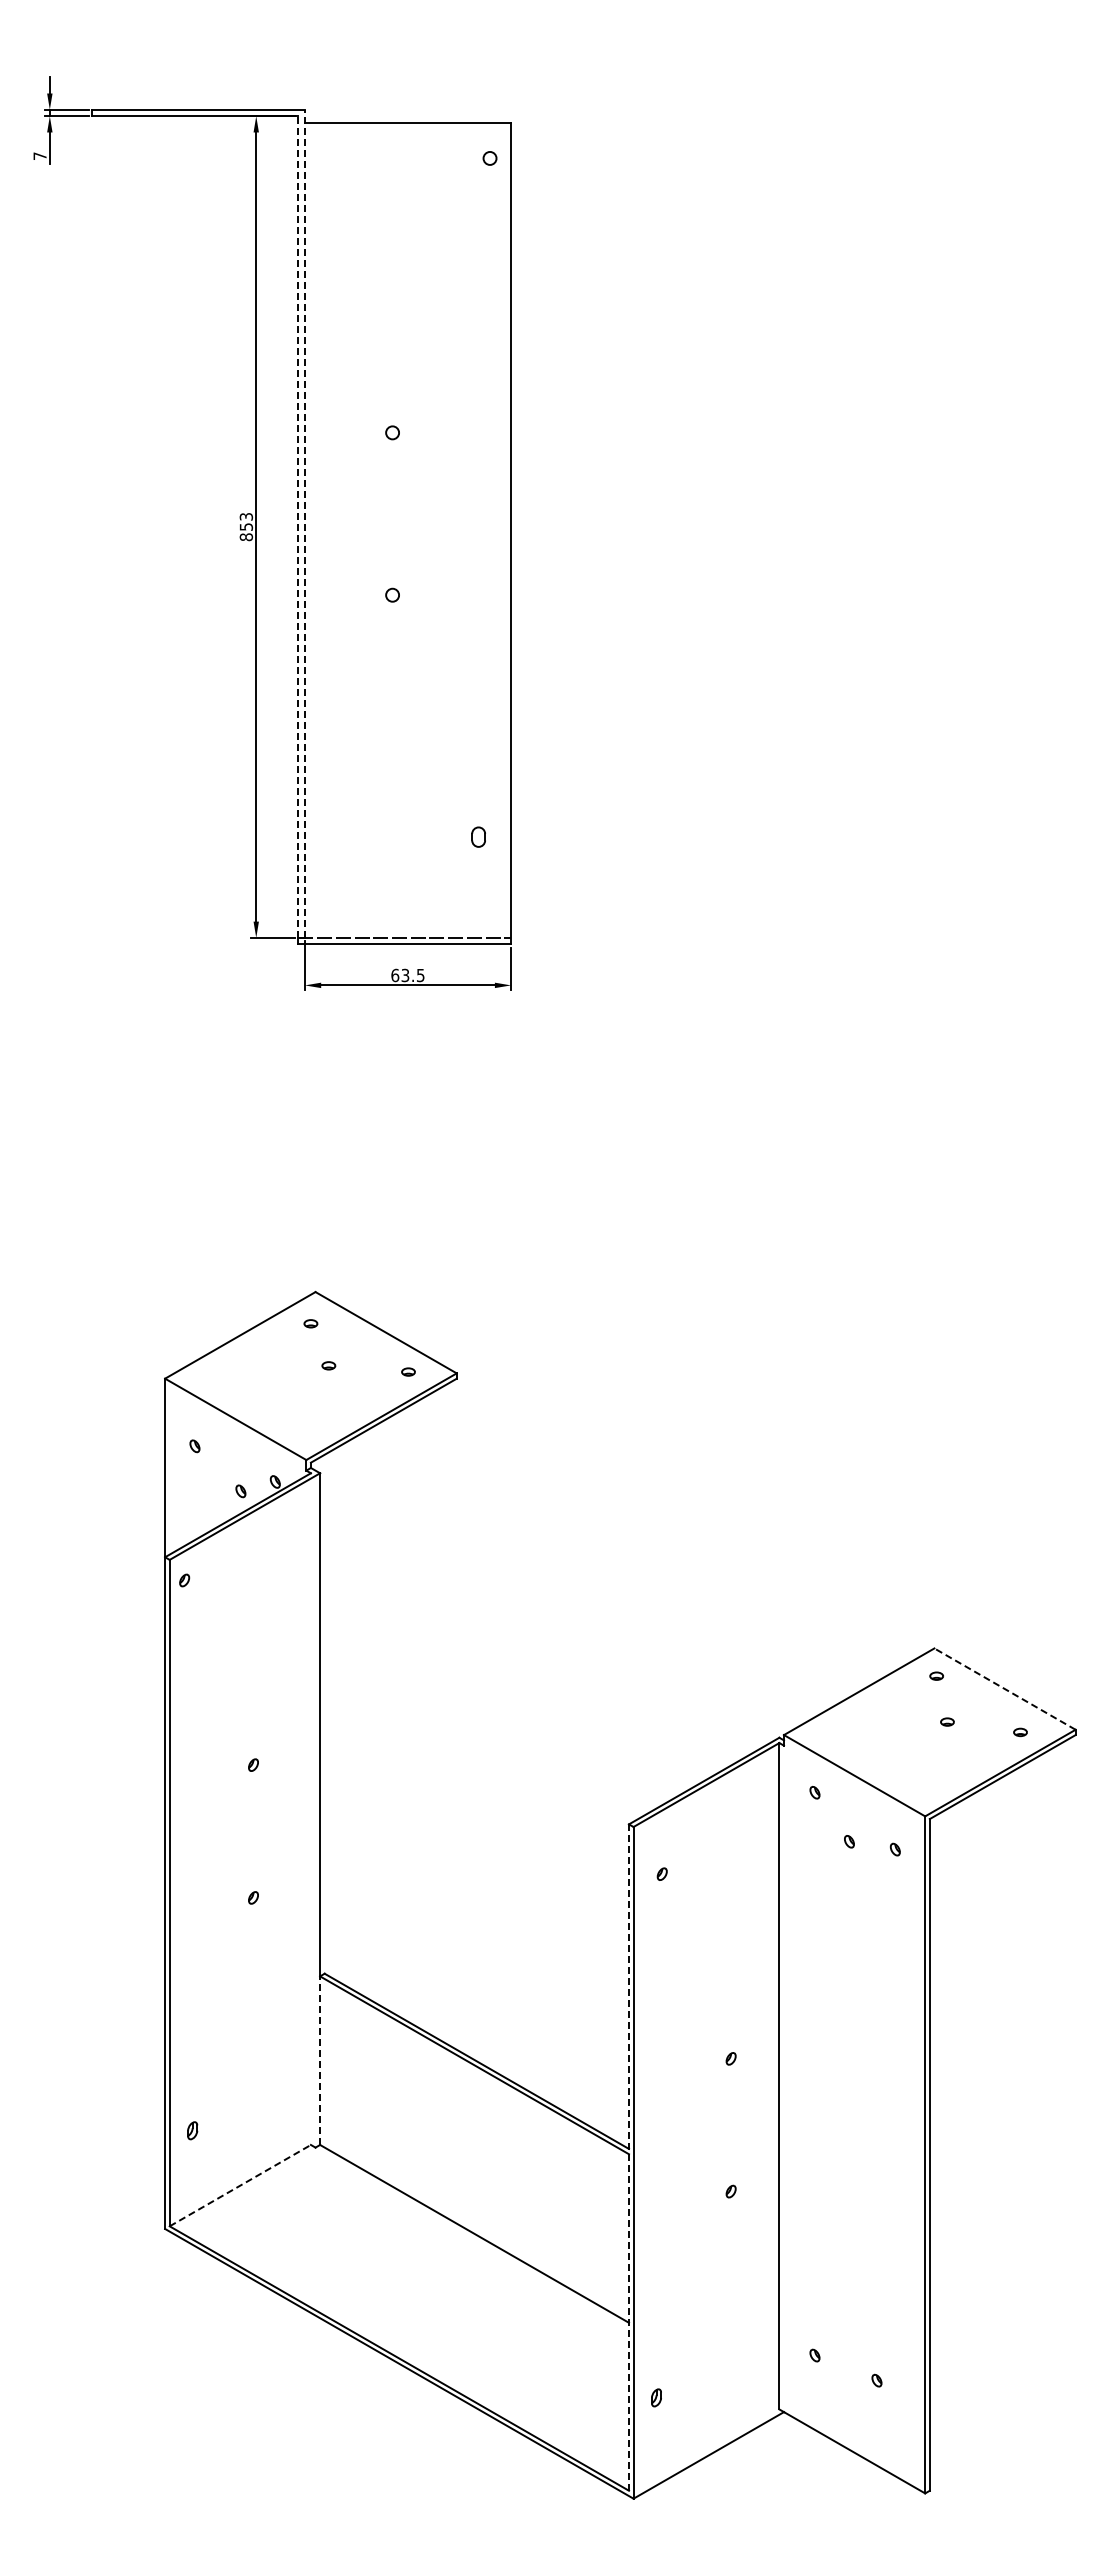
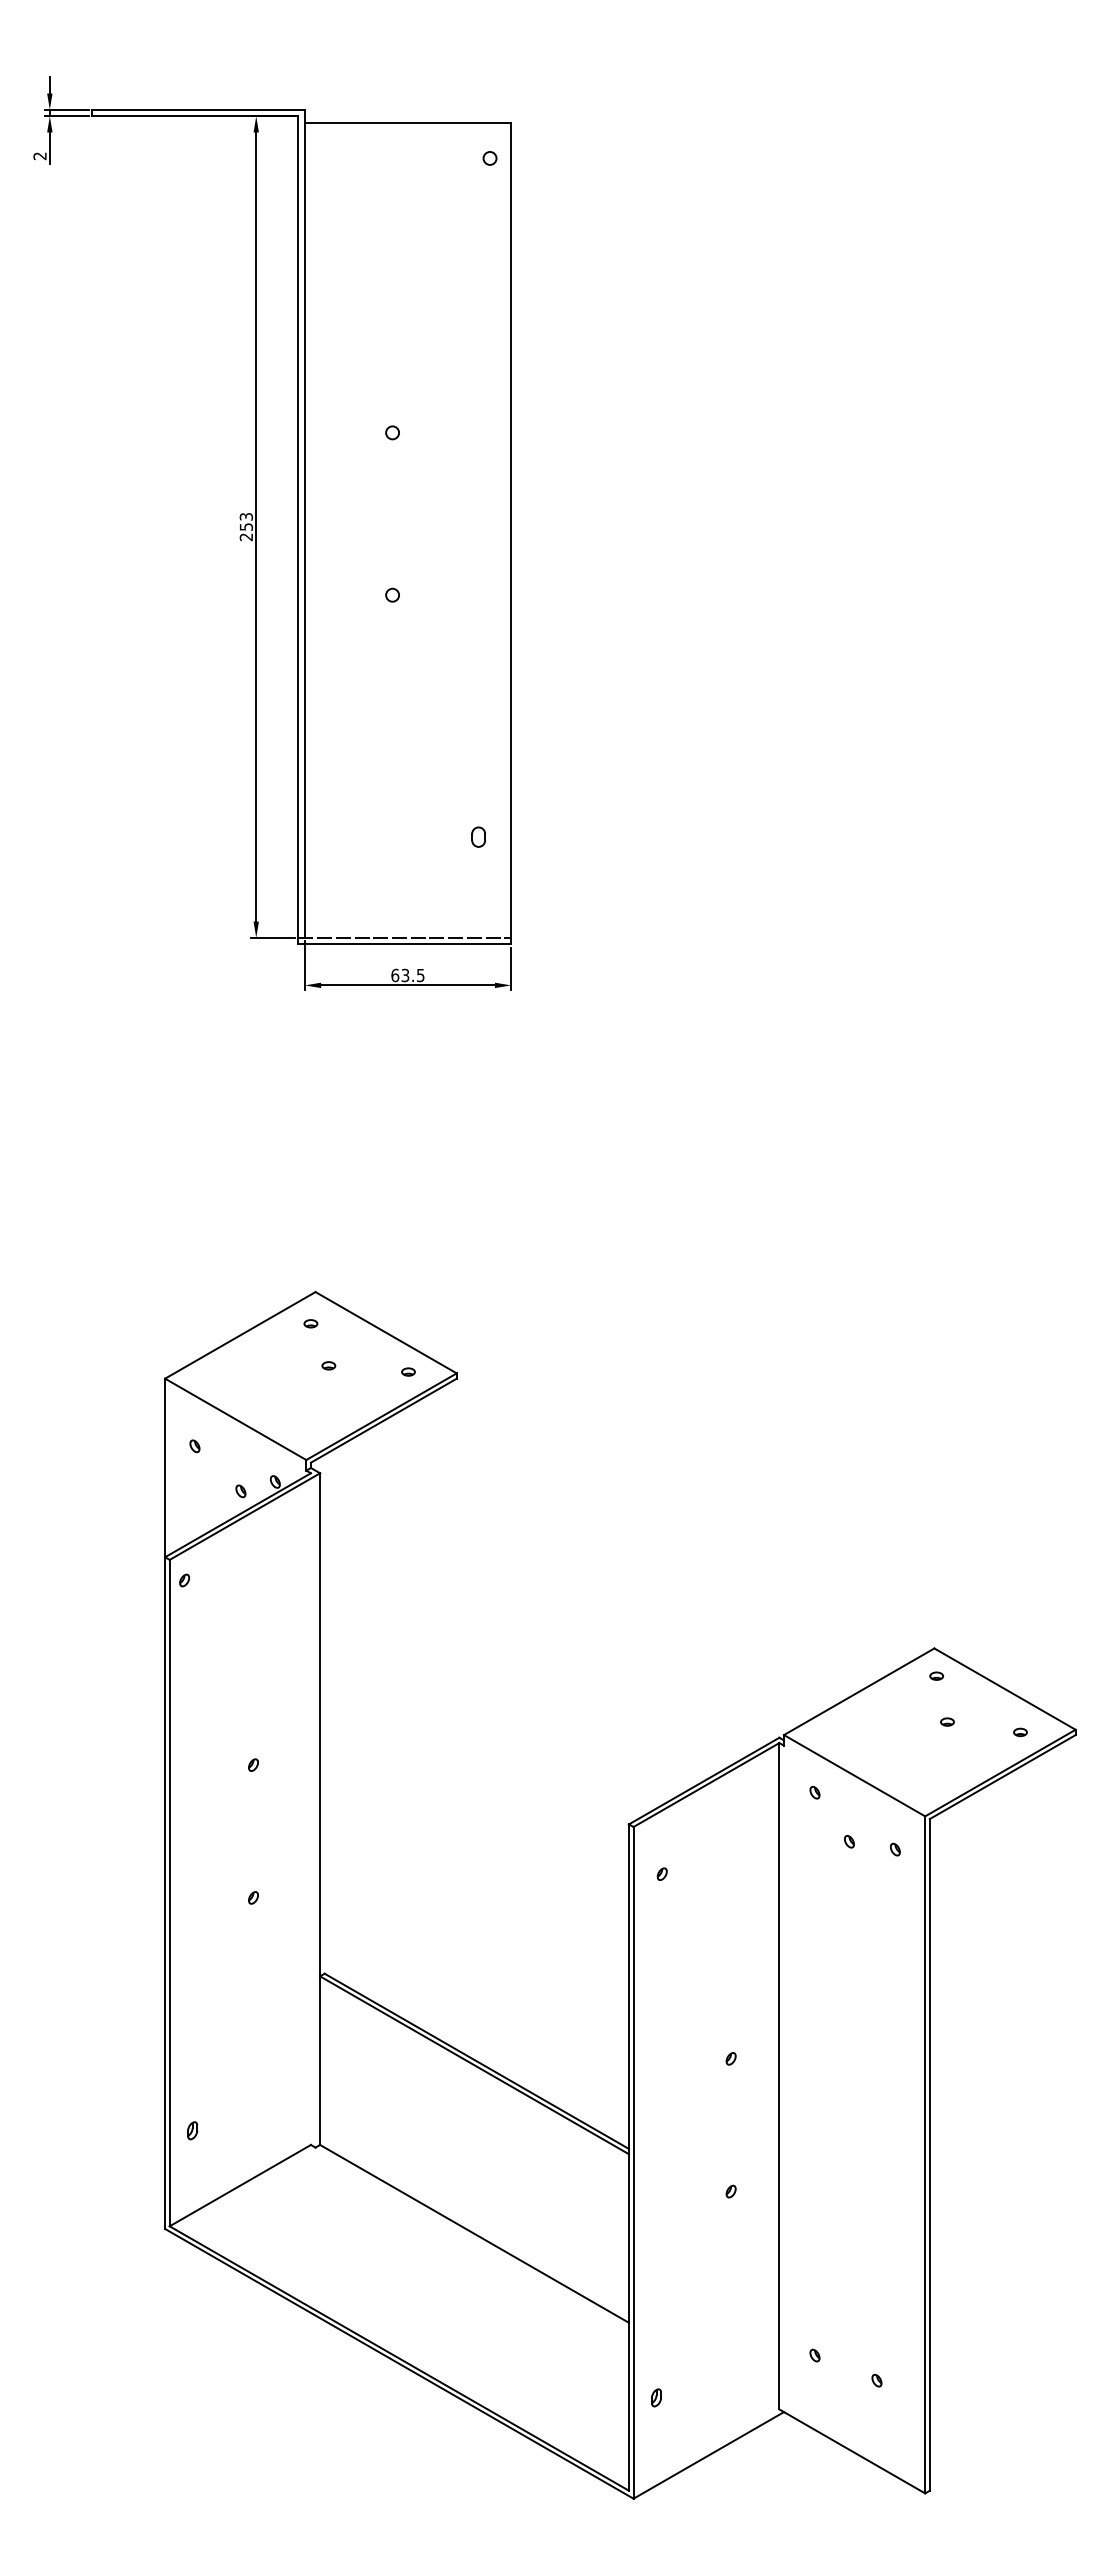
text at (39, 156): 7 -> 2
line at (304, 523): dashed -> solid
line at (298, 527): dashed -> solid
text at (246, 537): 853 -> 253
line at (1004, 1688): dashed -> solid
line at (320, 2060): dashed -> solid
line at (629, 2157): dashed -> solid
line at (240, 2185): dashed -> solid
